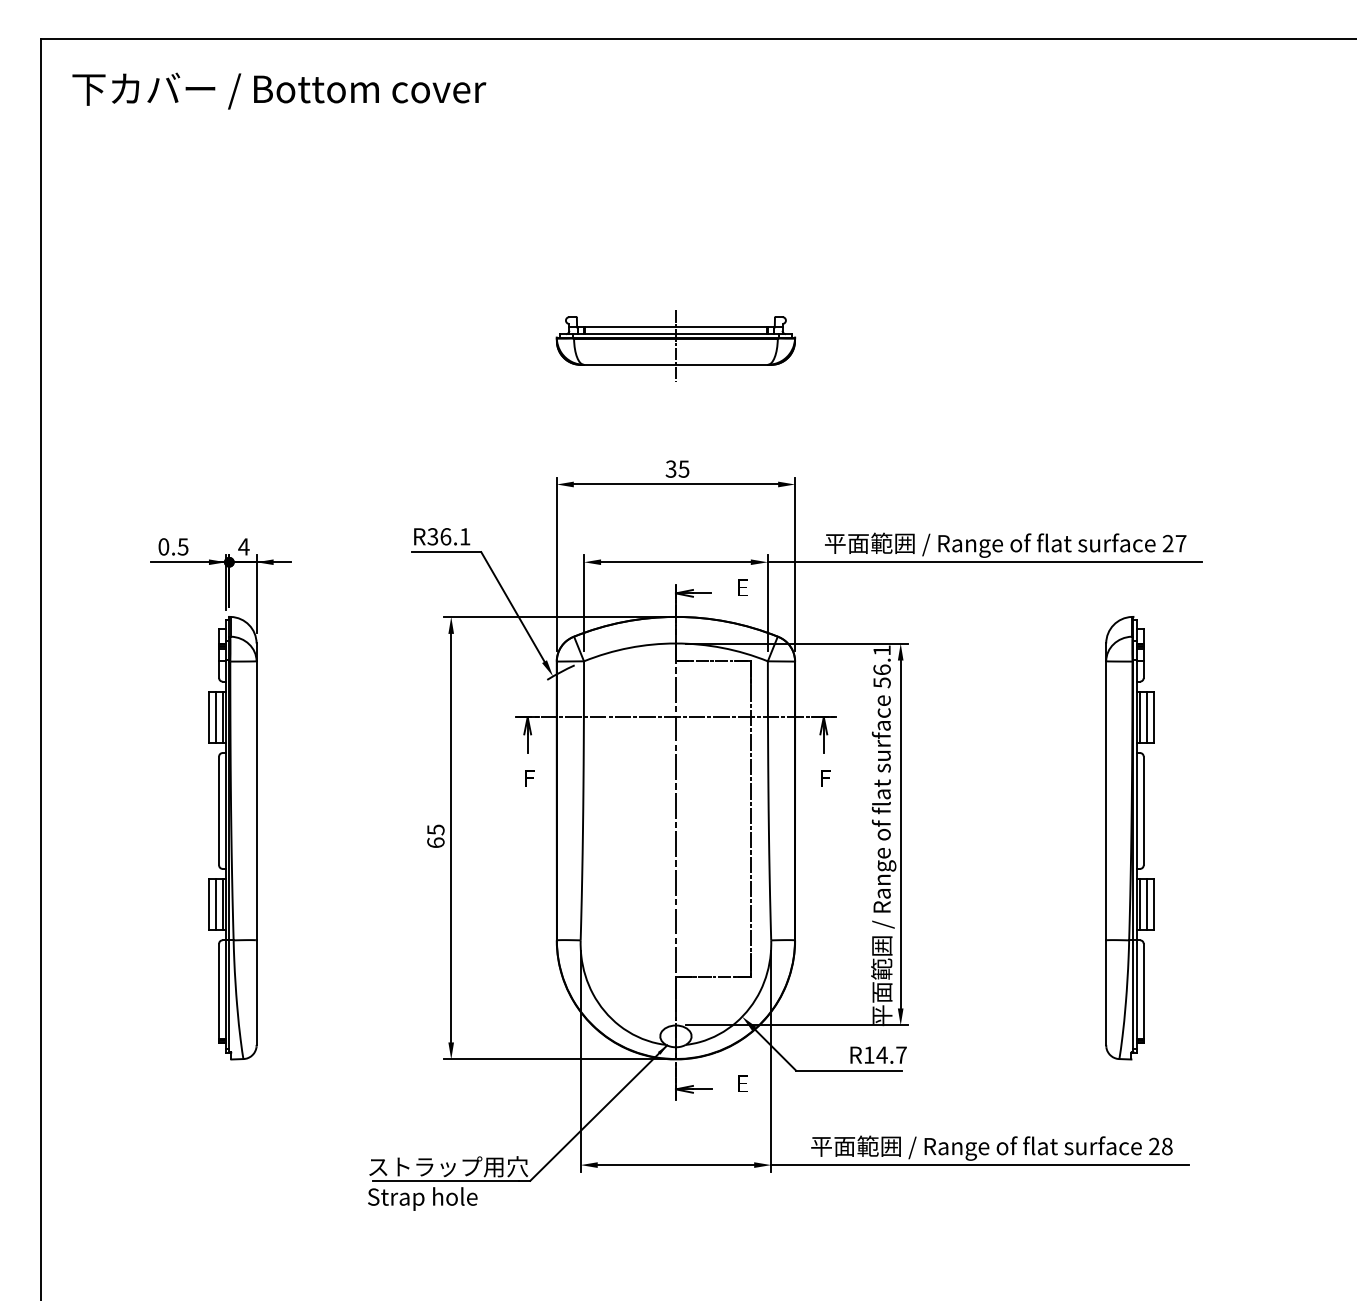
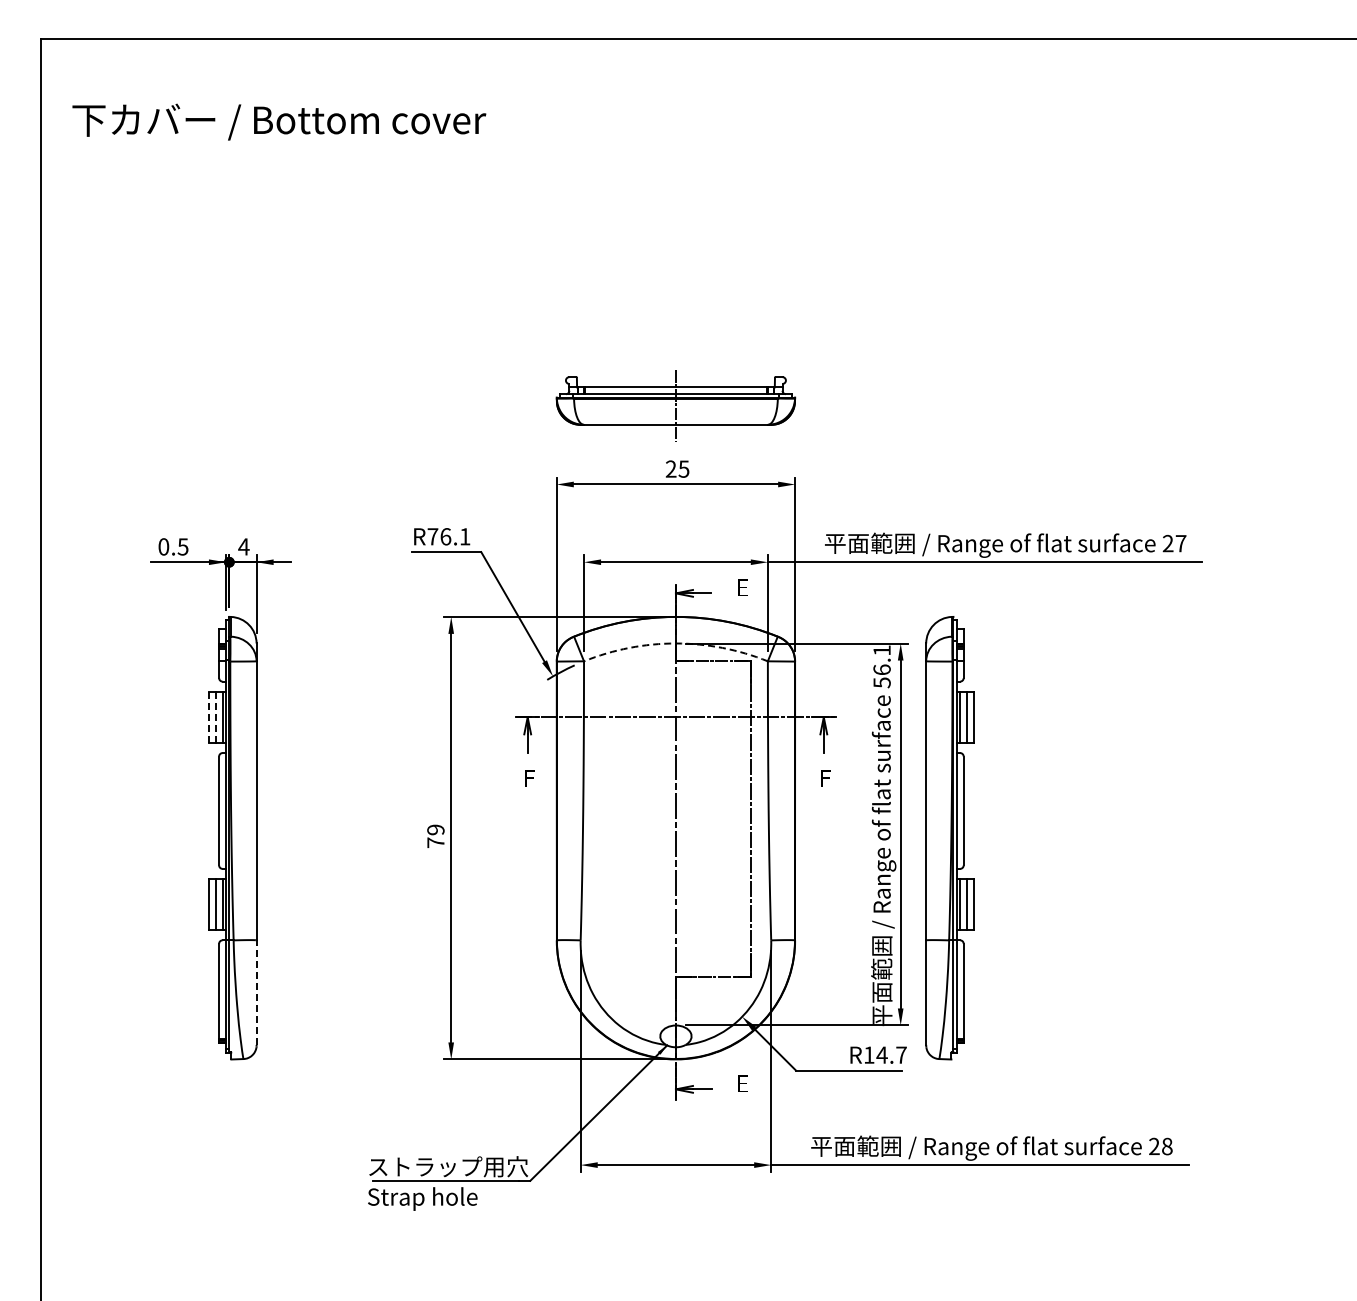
text at (279, 90) position: (279, 90) -> (279, 121)
part at (675, 345) position: (675, 345) -> (675, 405)
text at (670, 469): 35 -> 25
text at (432, 536): R36.1 -> R76.1
arc at (675, 643): solid -> dashed
line at (208, 717): solid -> dashed
line at (215, 717): solid -> dashed
text at (435, 836): 65 -> 79
part at (1129, 838) position: (1129, 838) -> (949, 838)
line at (256, 992): solid -> dashed
